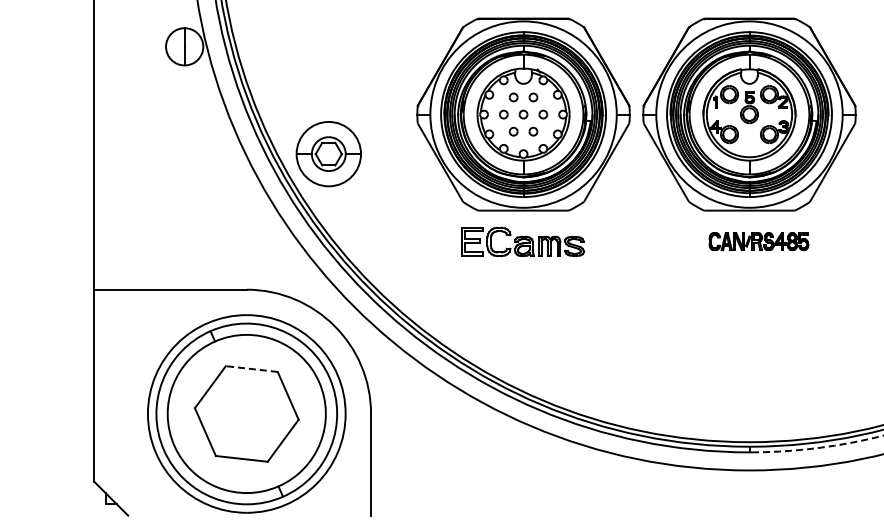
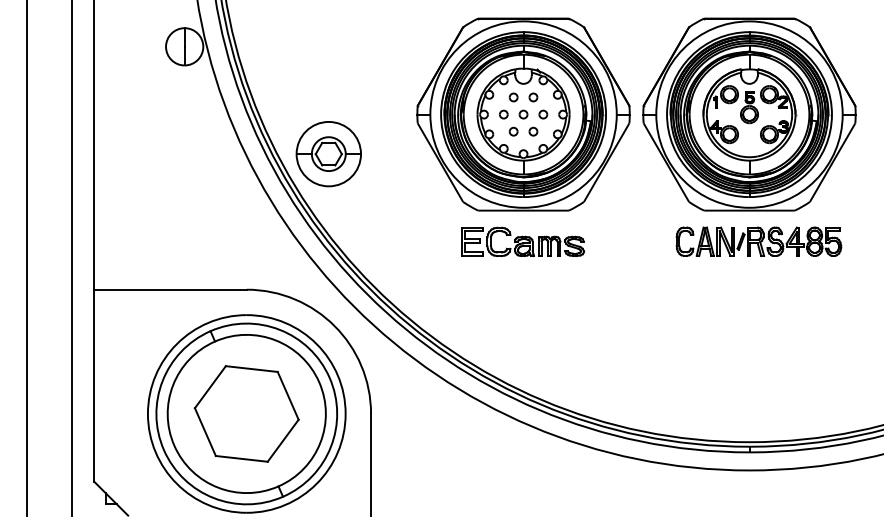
part at (758, 241) size: 102x20 px -> 168x31 px
line at (26, 258): none -> present
line at (71, 258): none -> present
line at (251, 369): dashed -> solid
arc at (819, 447): dashed -> solid
